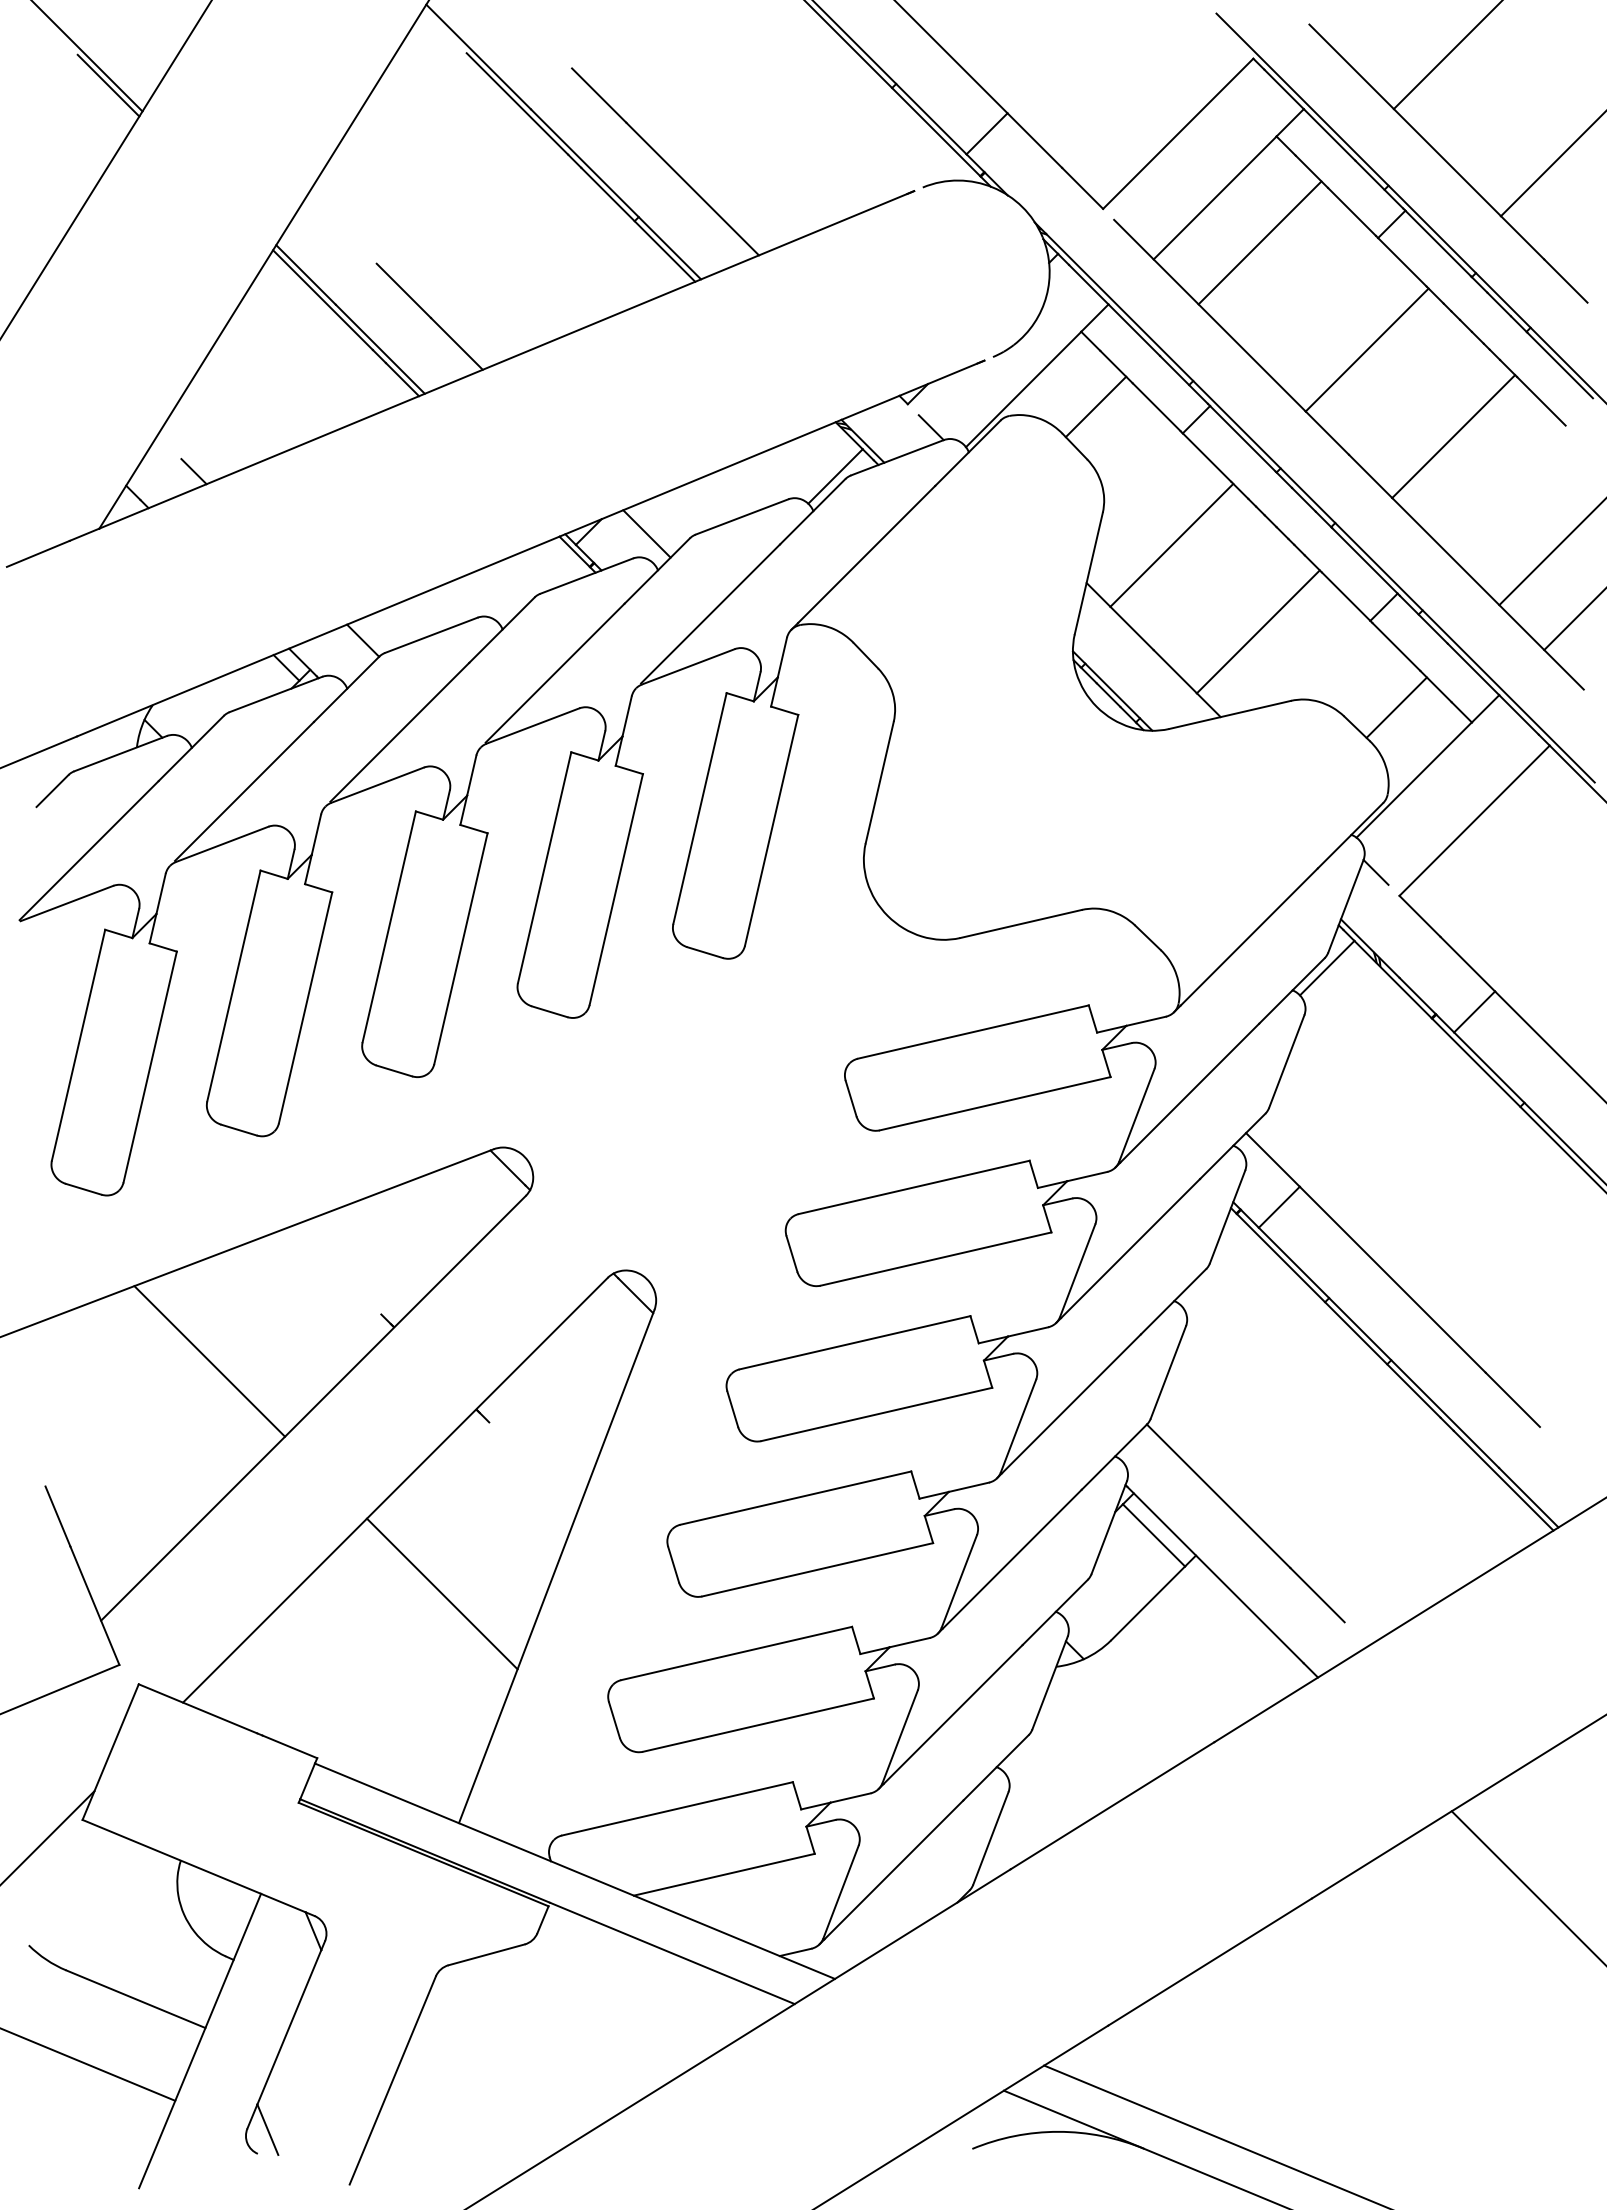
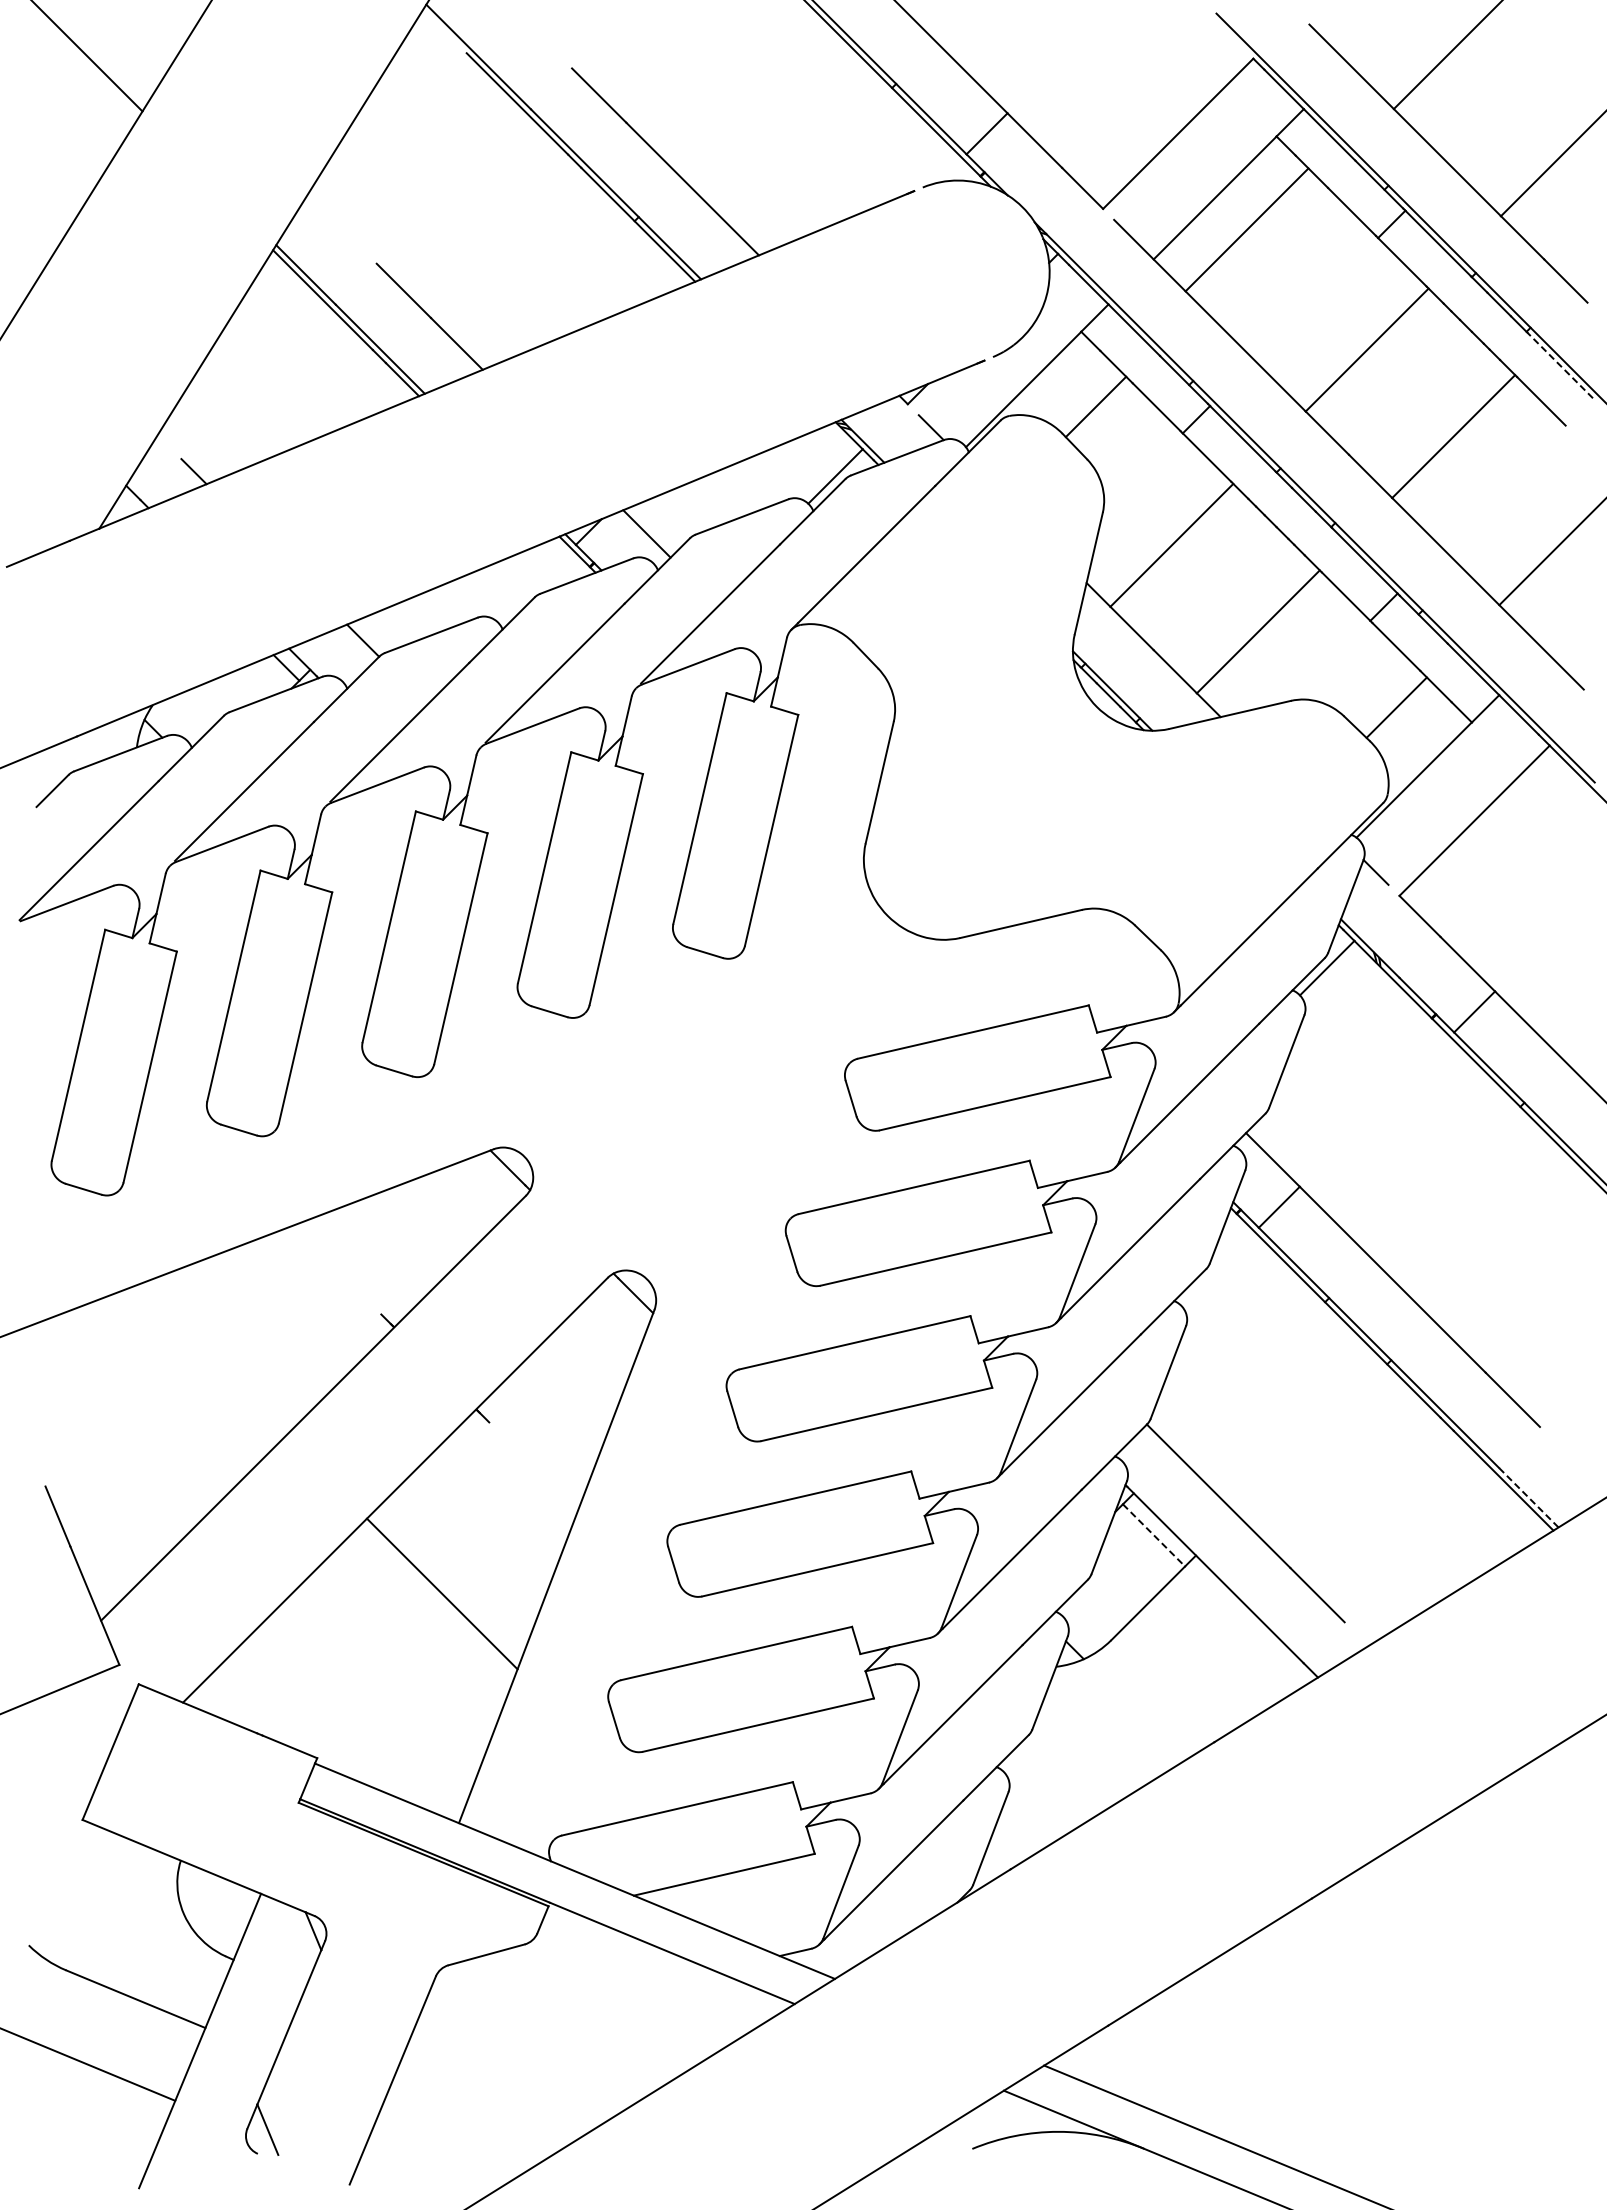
line at (108, 85): present -> none
line at (1259, 242) position: (1259, 242) -> (1246, 229)
line at (1559, 365): solid -> dashed
line at (1573, 620): present -> none
line at (209, 1361): present -> none
line at (1528, 1497): solid -> dashed
line at (1154, 1535): solid -> dashed
line at (48, 1837): present -> none
line at (1527, 1886): present -> none
